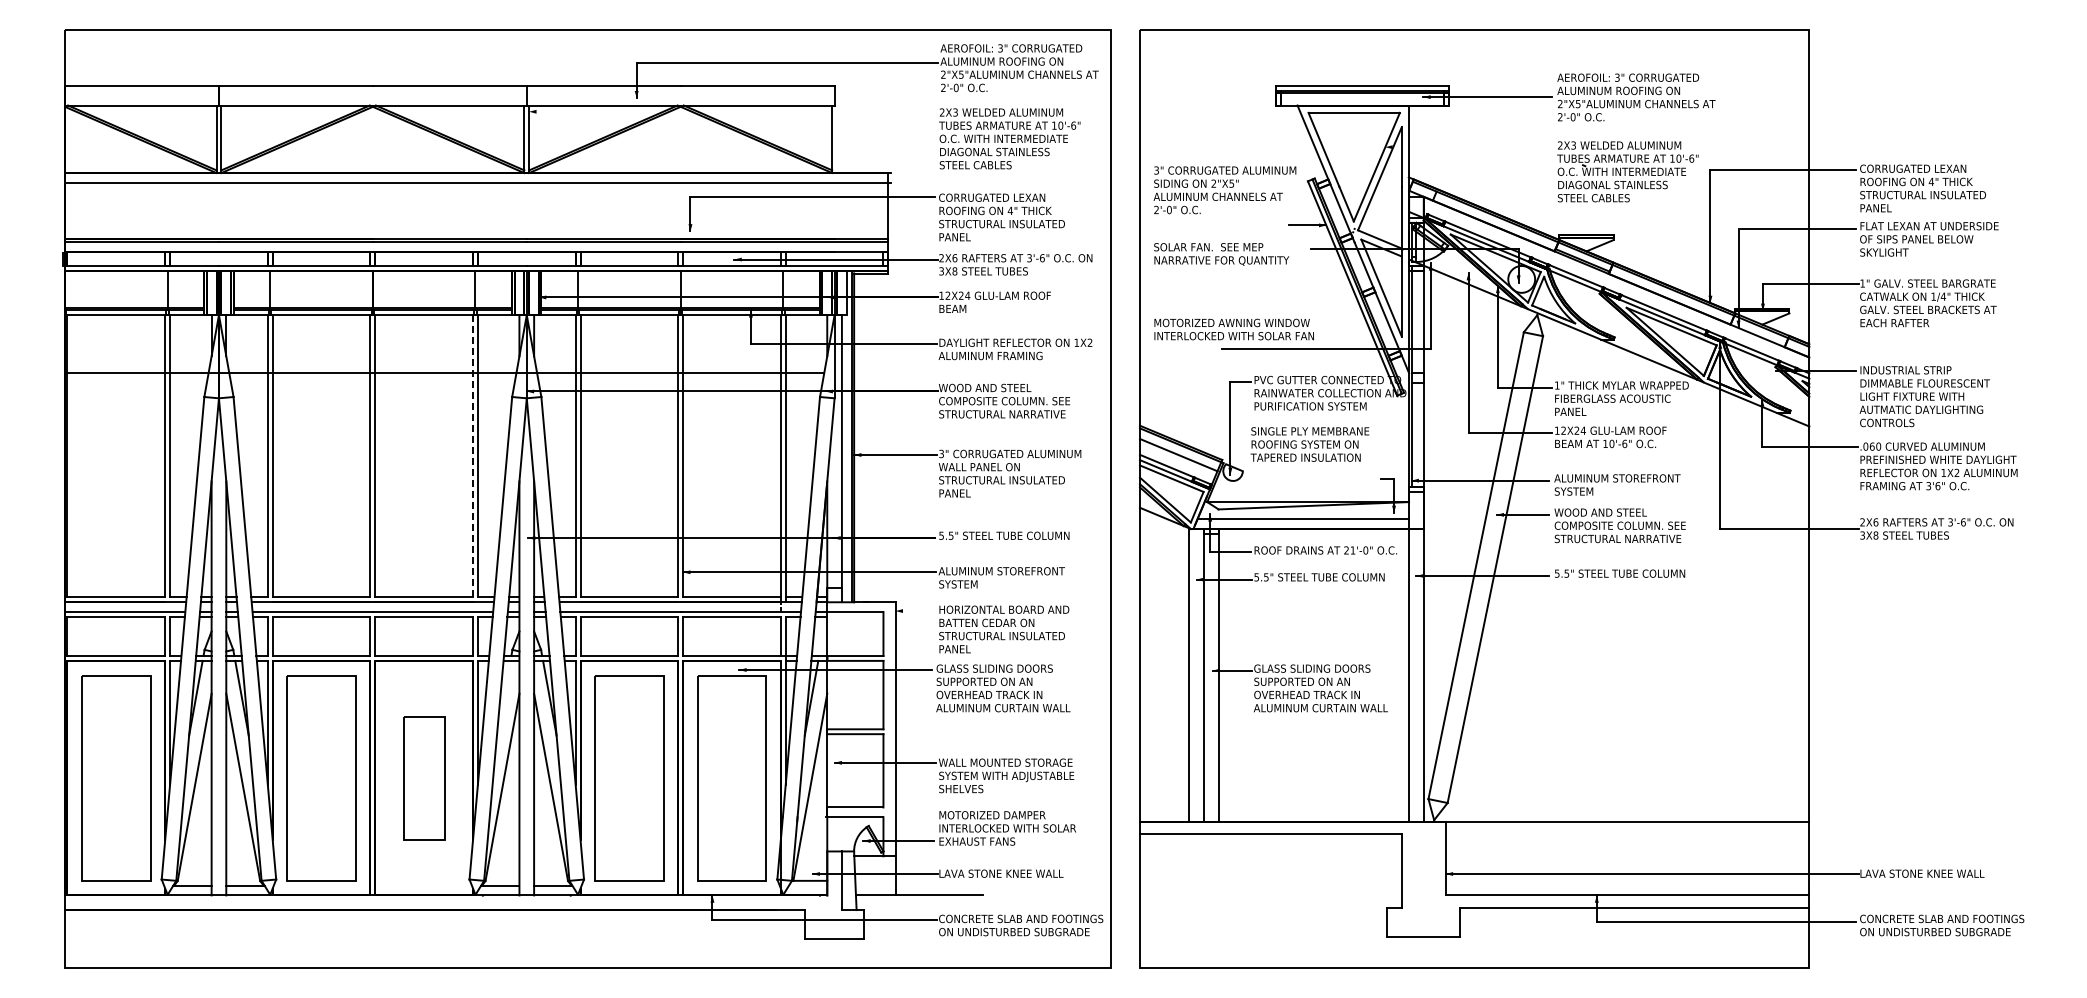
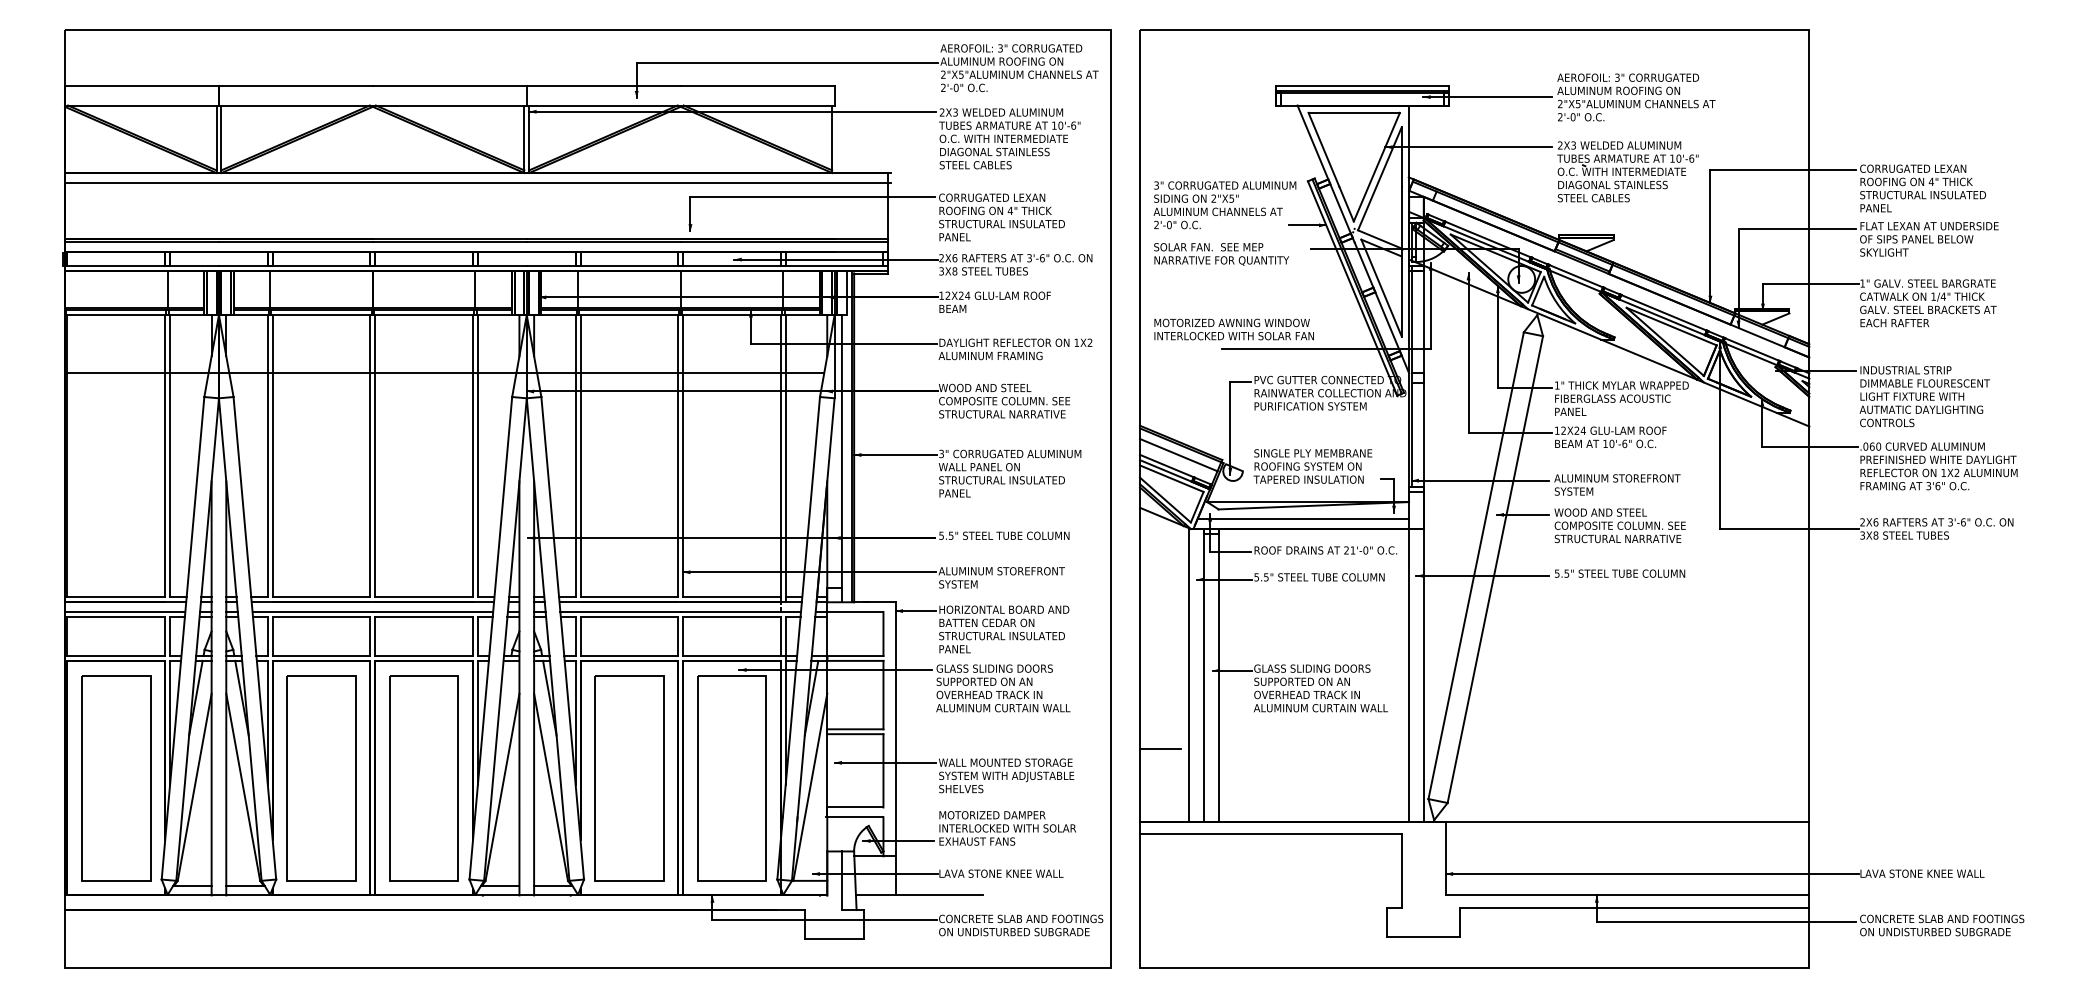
line at (732, 111): none -> present
line at (1468, 147): none -> present
text at (1224, 190) position: (1224, 190) -> (1224, 205)
text at (1309, 444) position: (1309, 444) -> (1312, 466)
line at (473, 455): dashed -> solid
line at (915, 611): none -> present
line at (1160, 748): none -> present
part at (424, 778) size: 43x125 px -> 70x207 px
